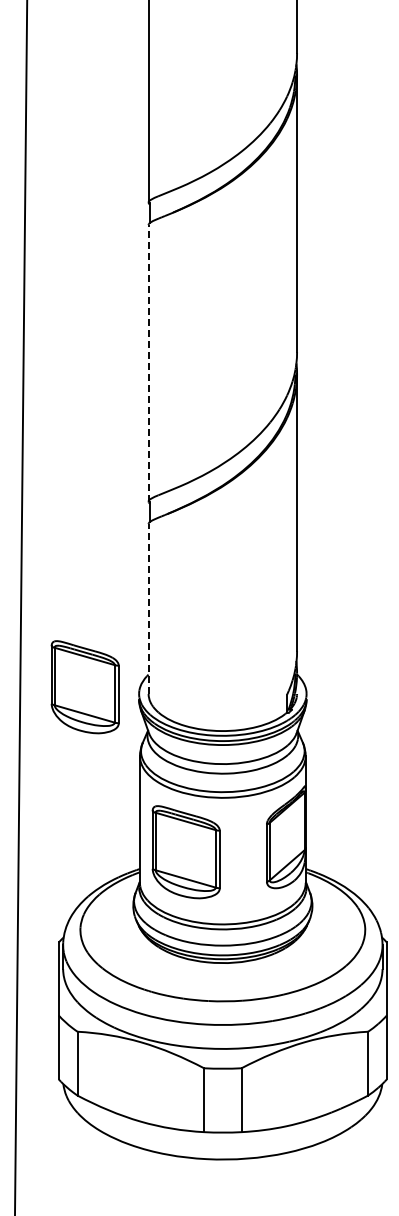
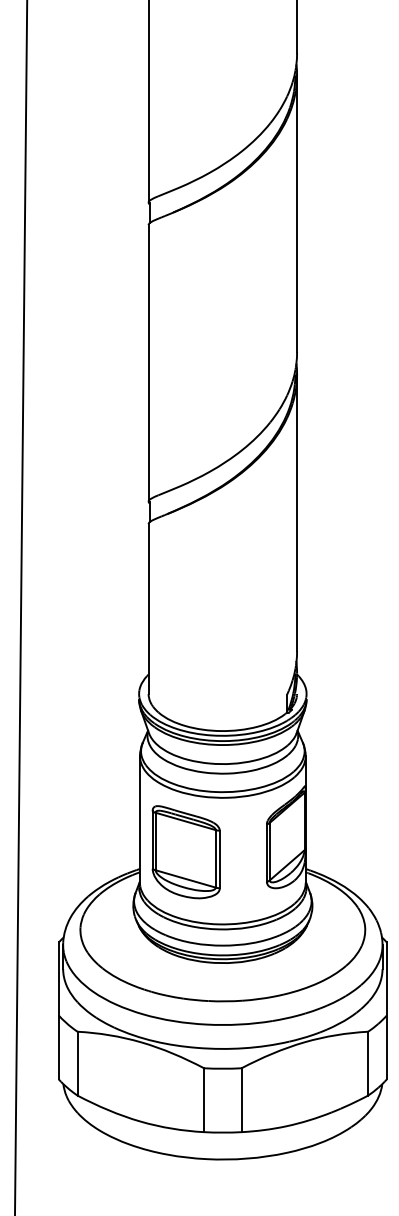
line at (148, 362): dashed -> solid
line at (148, 608): dashed -> solid
part at (84, 687): present -> none
